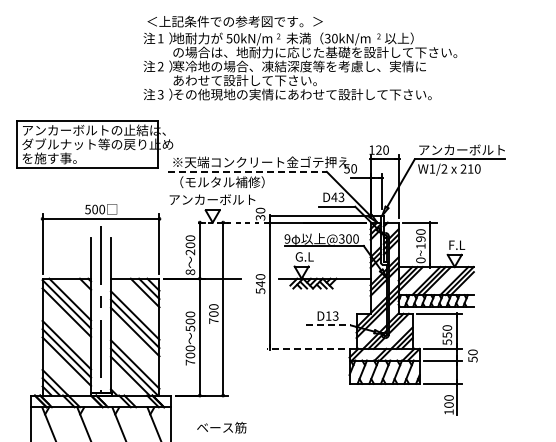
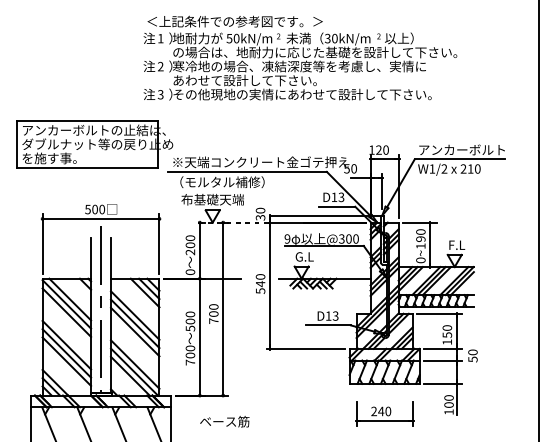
line at (248, 171): dashed -> solid
text at (334, 196): D43 -> D13
text at (212, 199): アンカーボルト -> 布基礎天端
line at (539, 220): none -> present
text at (190, 272): 8 -> 0
line at (328, 325): dashed -> solid
text at (447, 342): 550 -> 150
line at (306, 348): dashed -> solid
part at (384, 413): none -> present
text at (221, 427) position: (221, 427) -> (224, 421)
